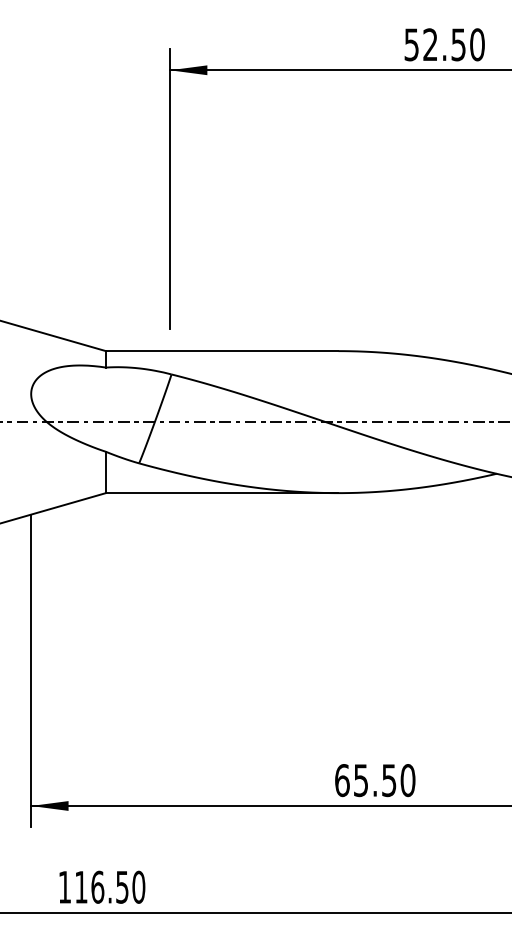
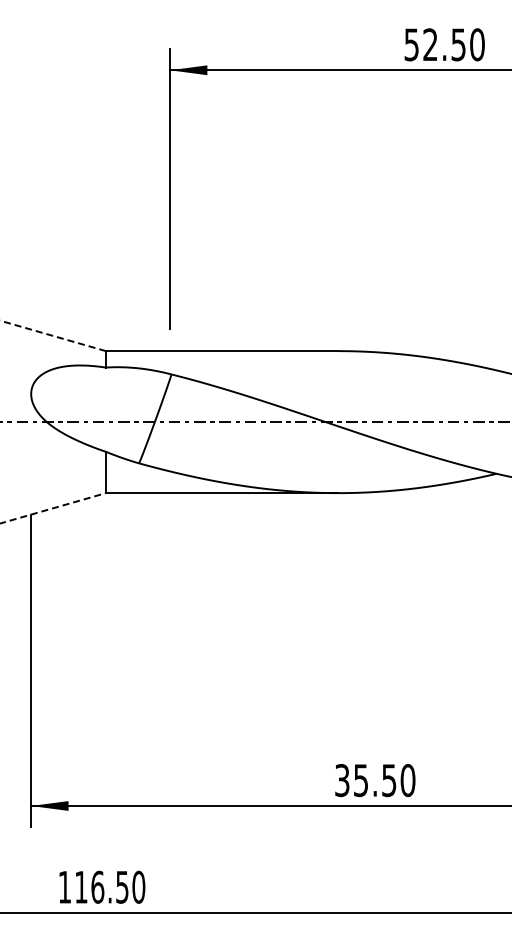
line at (52, 335): solid -> dashed
line at (53, 508): solid -> dashed
text at (342, 780): 65.50 -> 35.50
